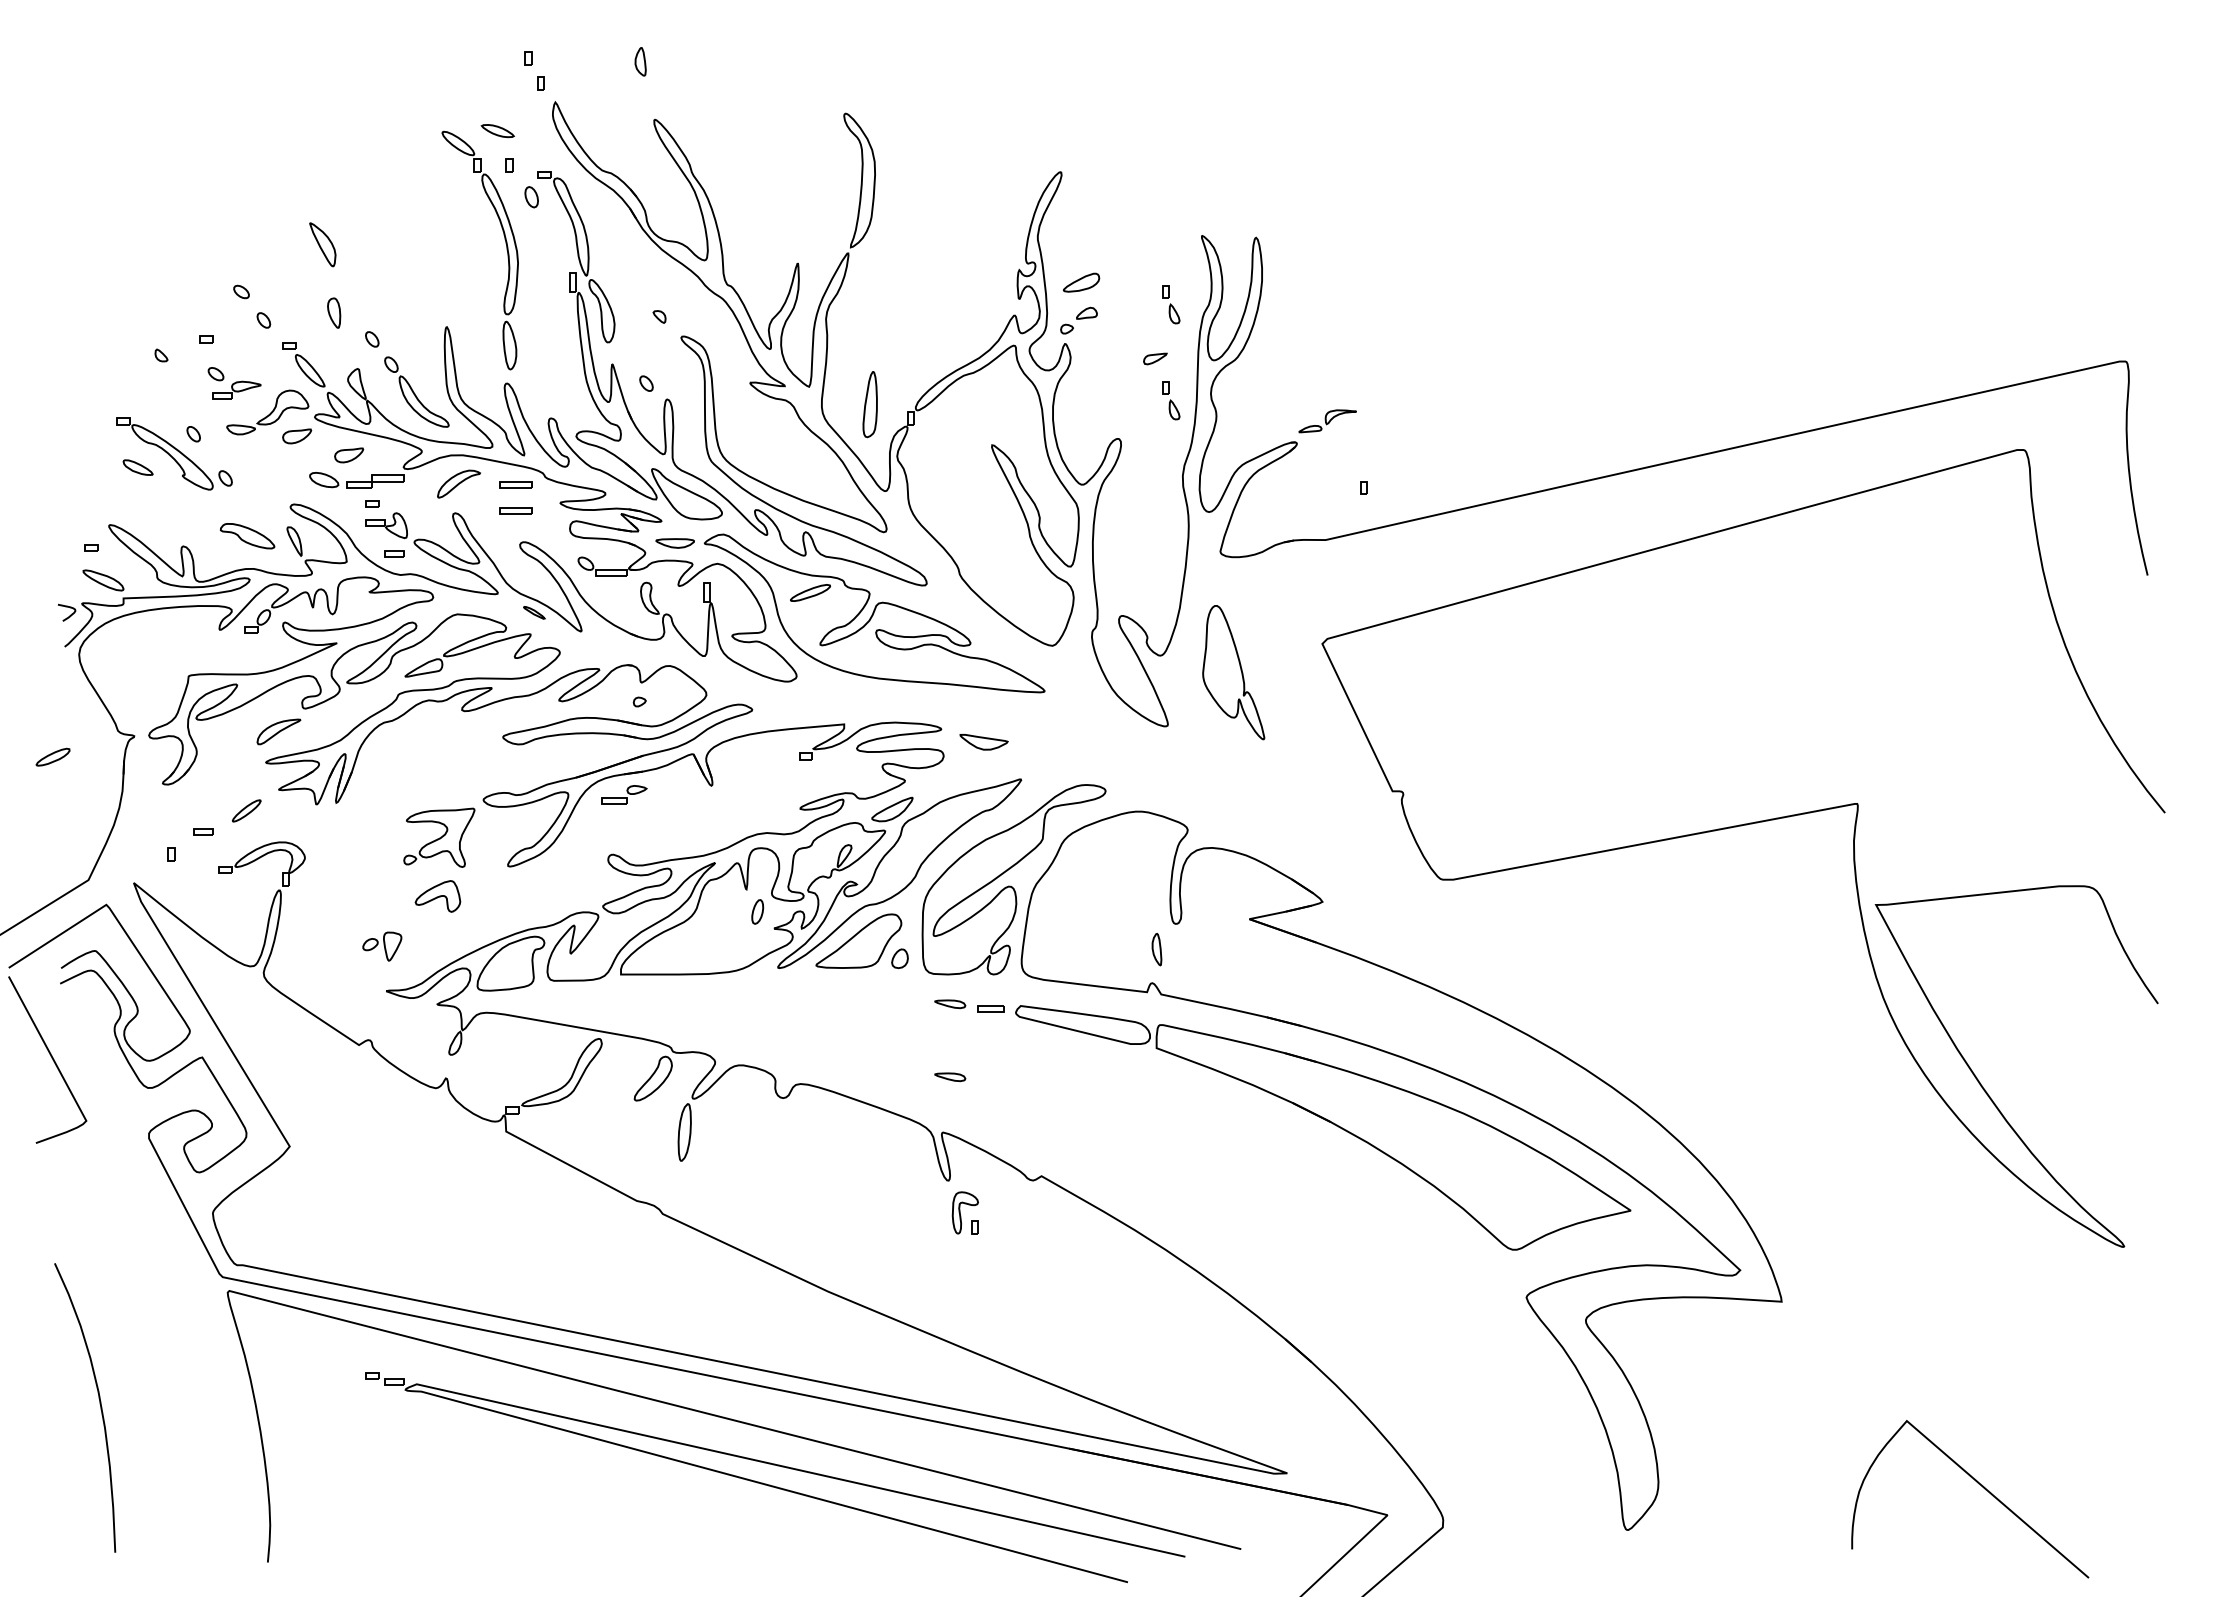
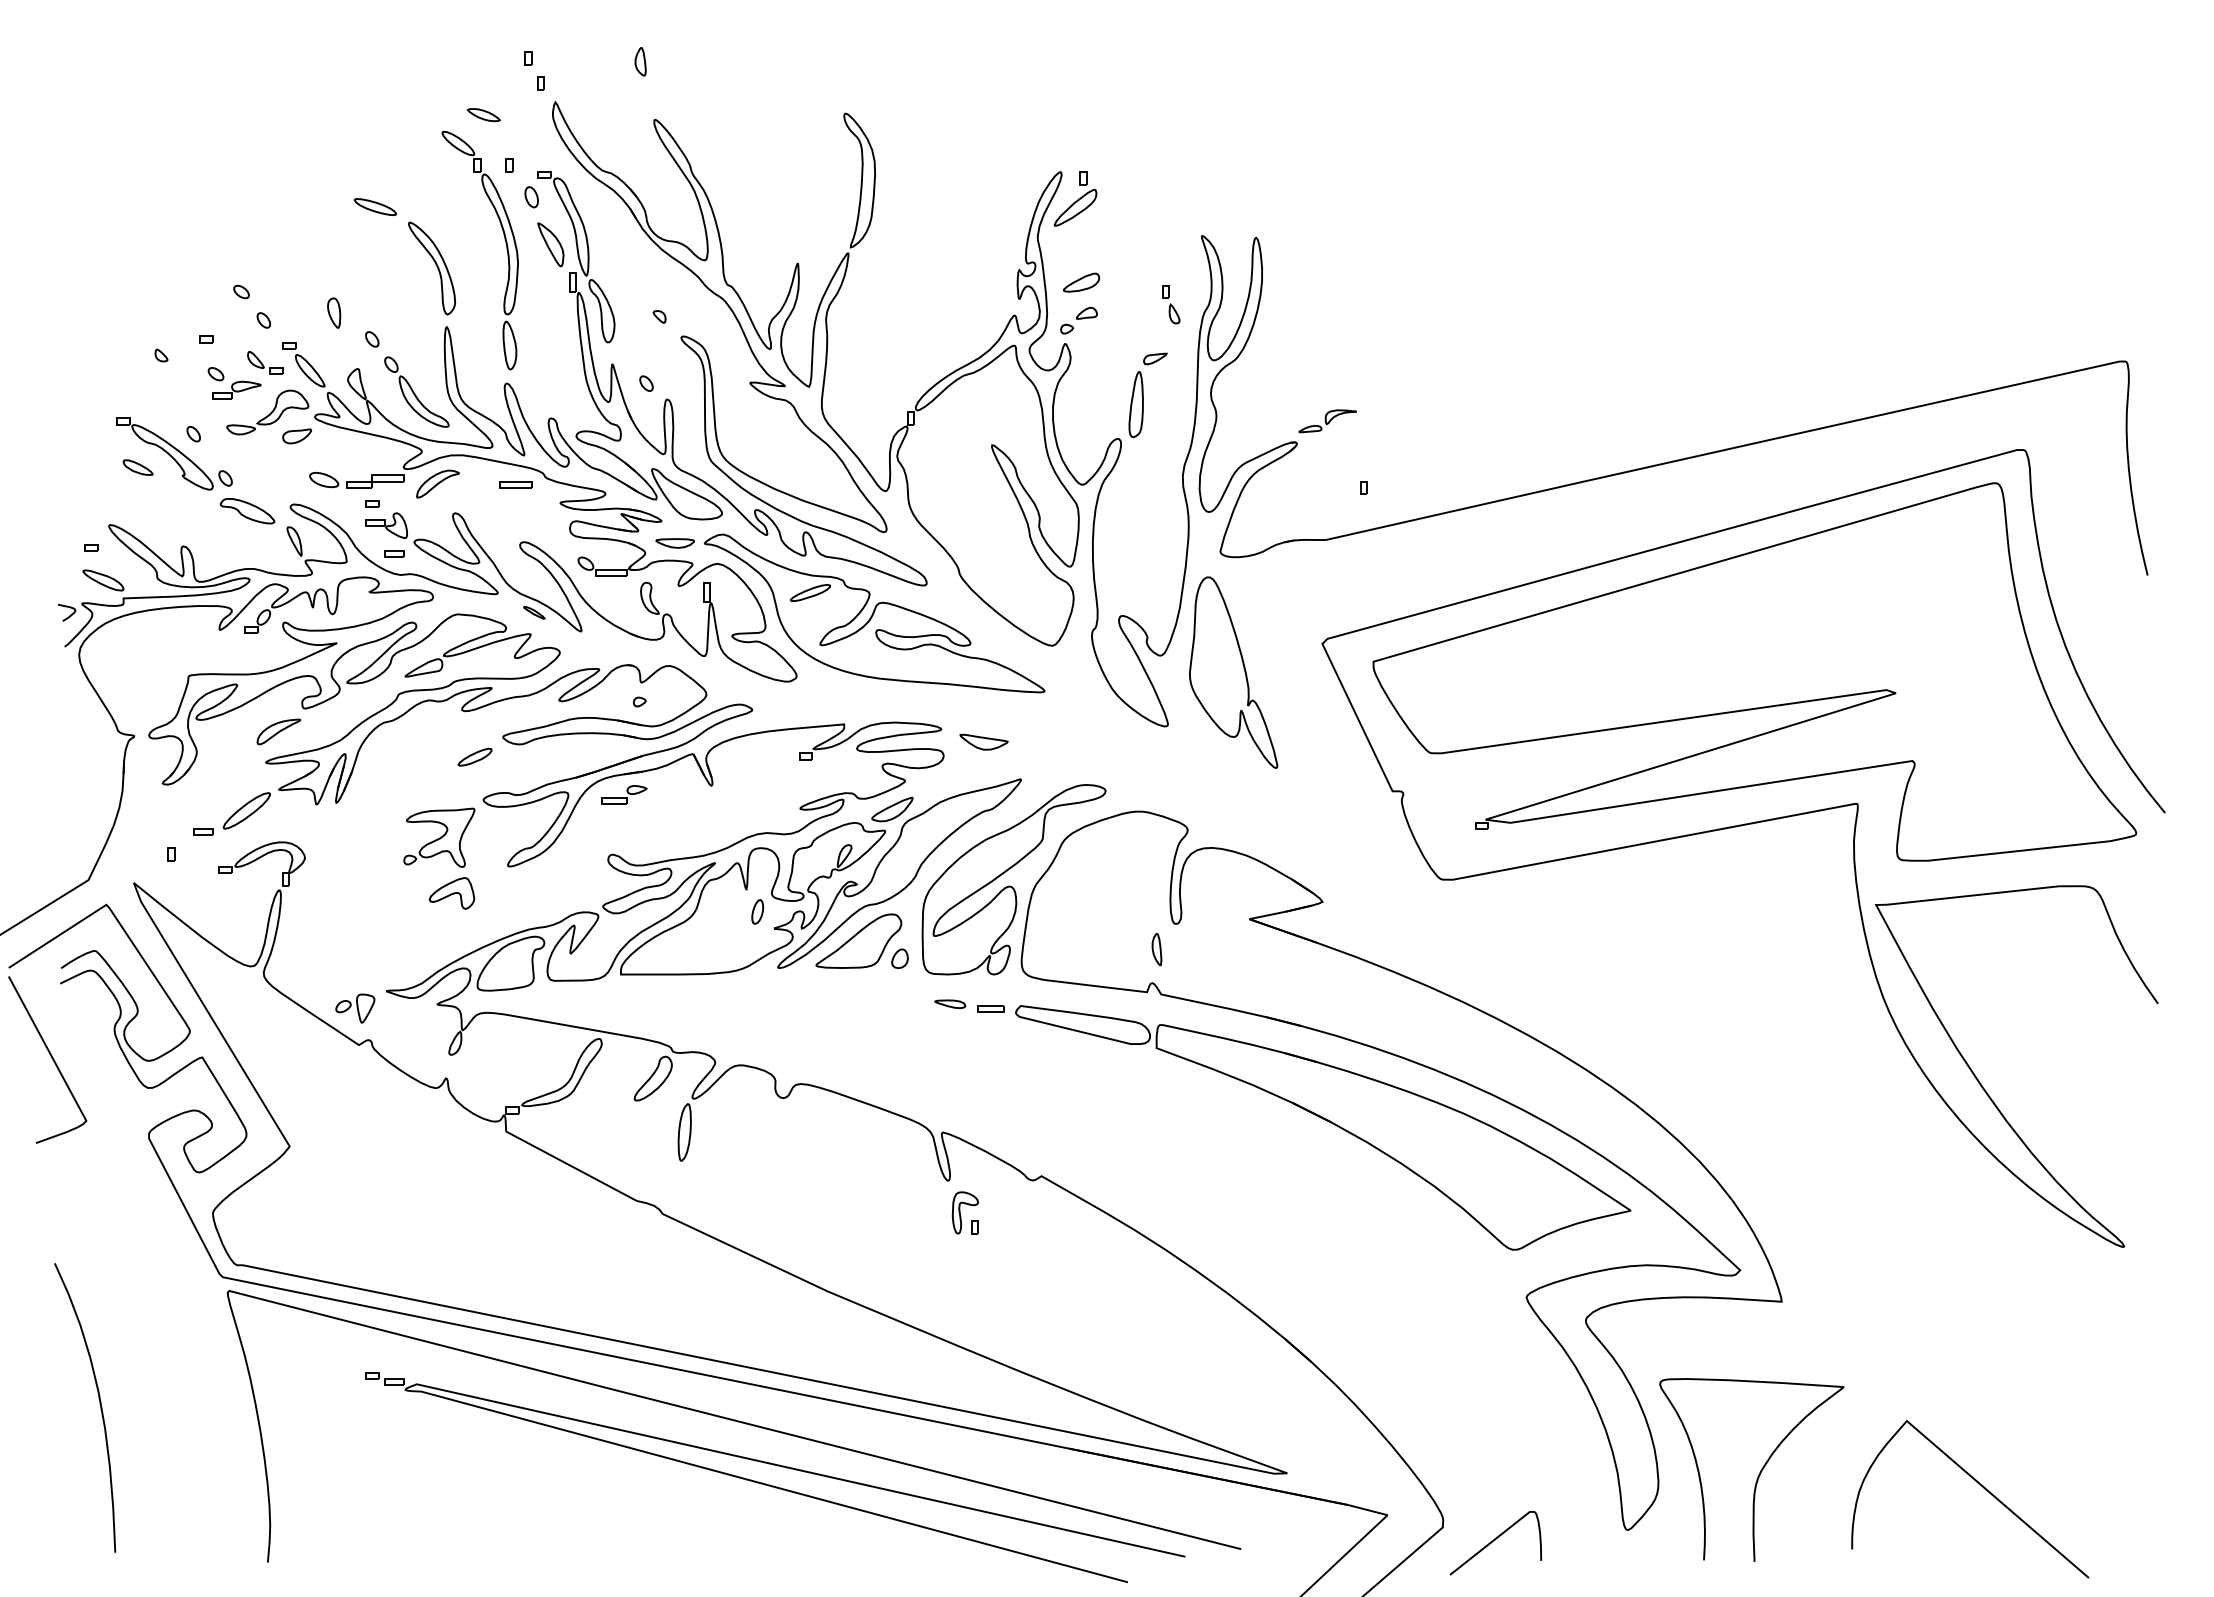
part at (497, 131) position: (497, 131) -> (483, 115)
part at (1075, 198): none -> present
part at (374, 206): none -> present
part at (322, 244) position: (322, 244) -> (550, 244)
part at (432, 268): none -> present
part at (265, 362): none -> present
part at (1171, 400): present -> none
part at (869, 404) position: (869, 404) -> (1135, 404)
part at (349, 455): present -> none
part at (458, 483) position: (458, 483) -> (437, 483)
part at (515, 510): present -> none
part at (247, 536) position: (247, 536) -> (247, 511)
part at (1754, 671): none -> present
part at (1233, 672) size: 64x136 px -> 90x193 px
part at (52, 756) position: (52, 756) -> (474, 756)
part at (246, 810) size: 31x24 px -> 49x38 px
part at (437, 896) position: (437, 896) -> (451, 893)
part at (382, 946) position: (382, 946) -> (355, 1008)
part at (950, 1077): present -> none
curve at (1759, 1472): none -> present
curve at (1494, 1541): none -> present
